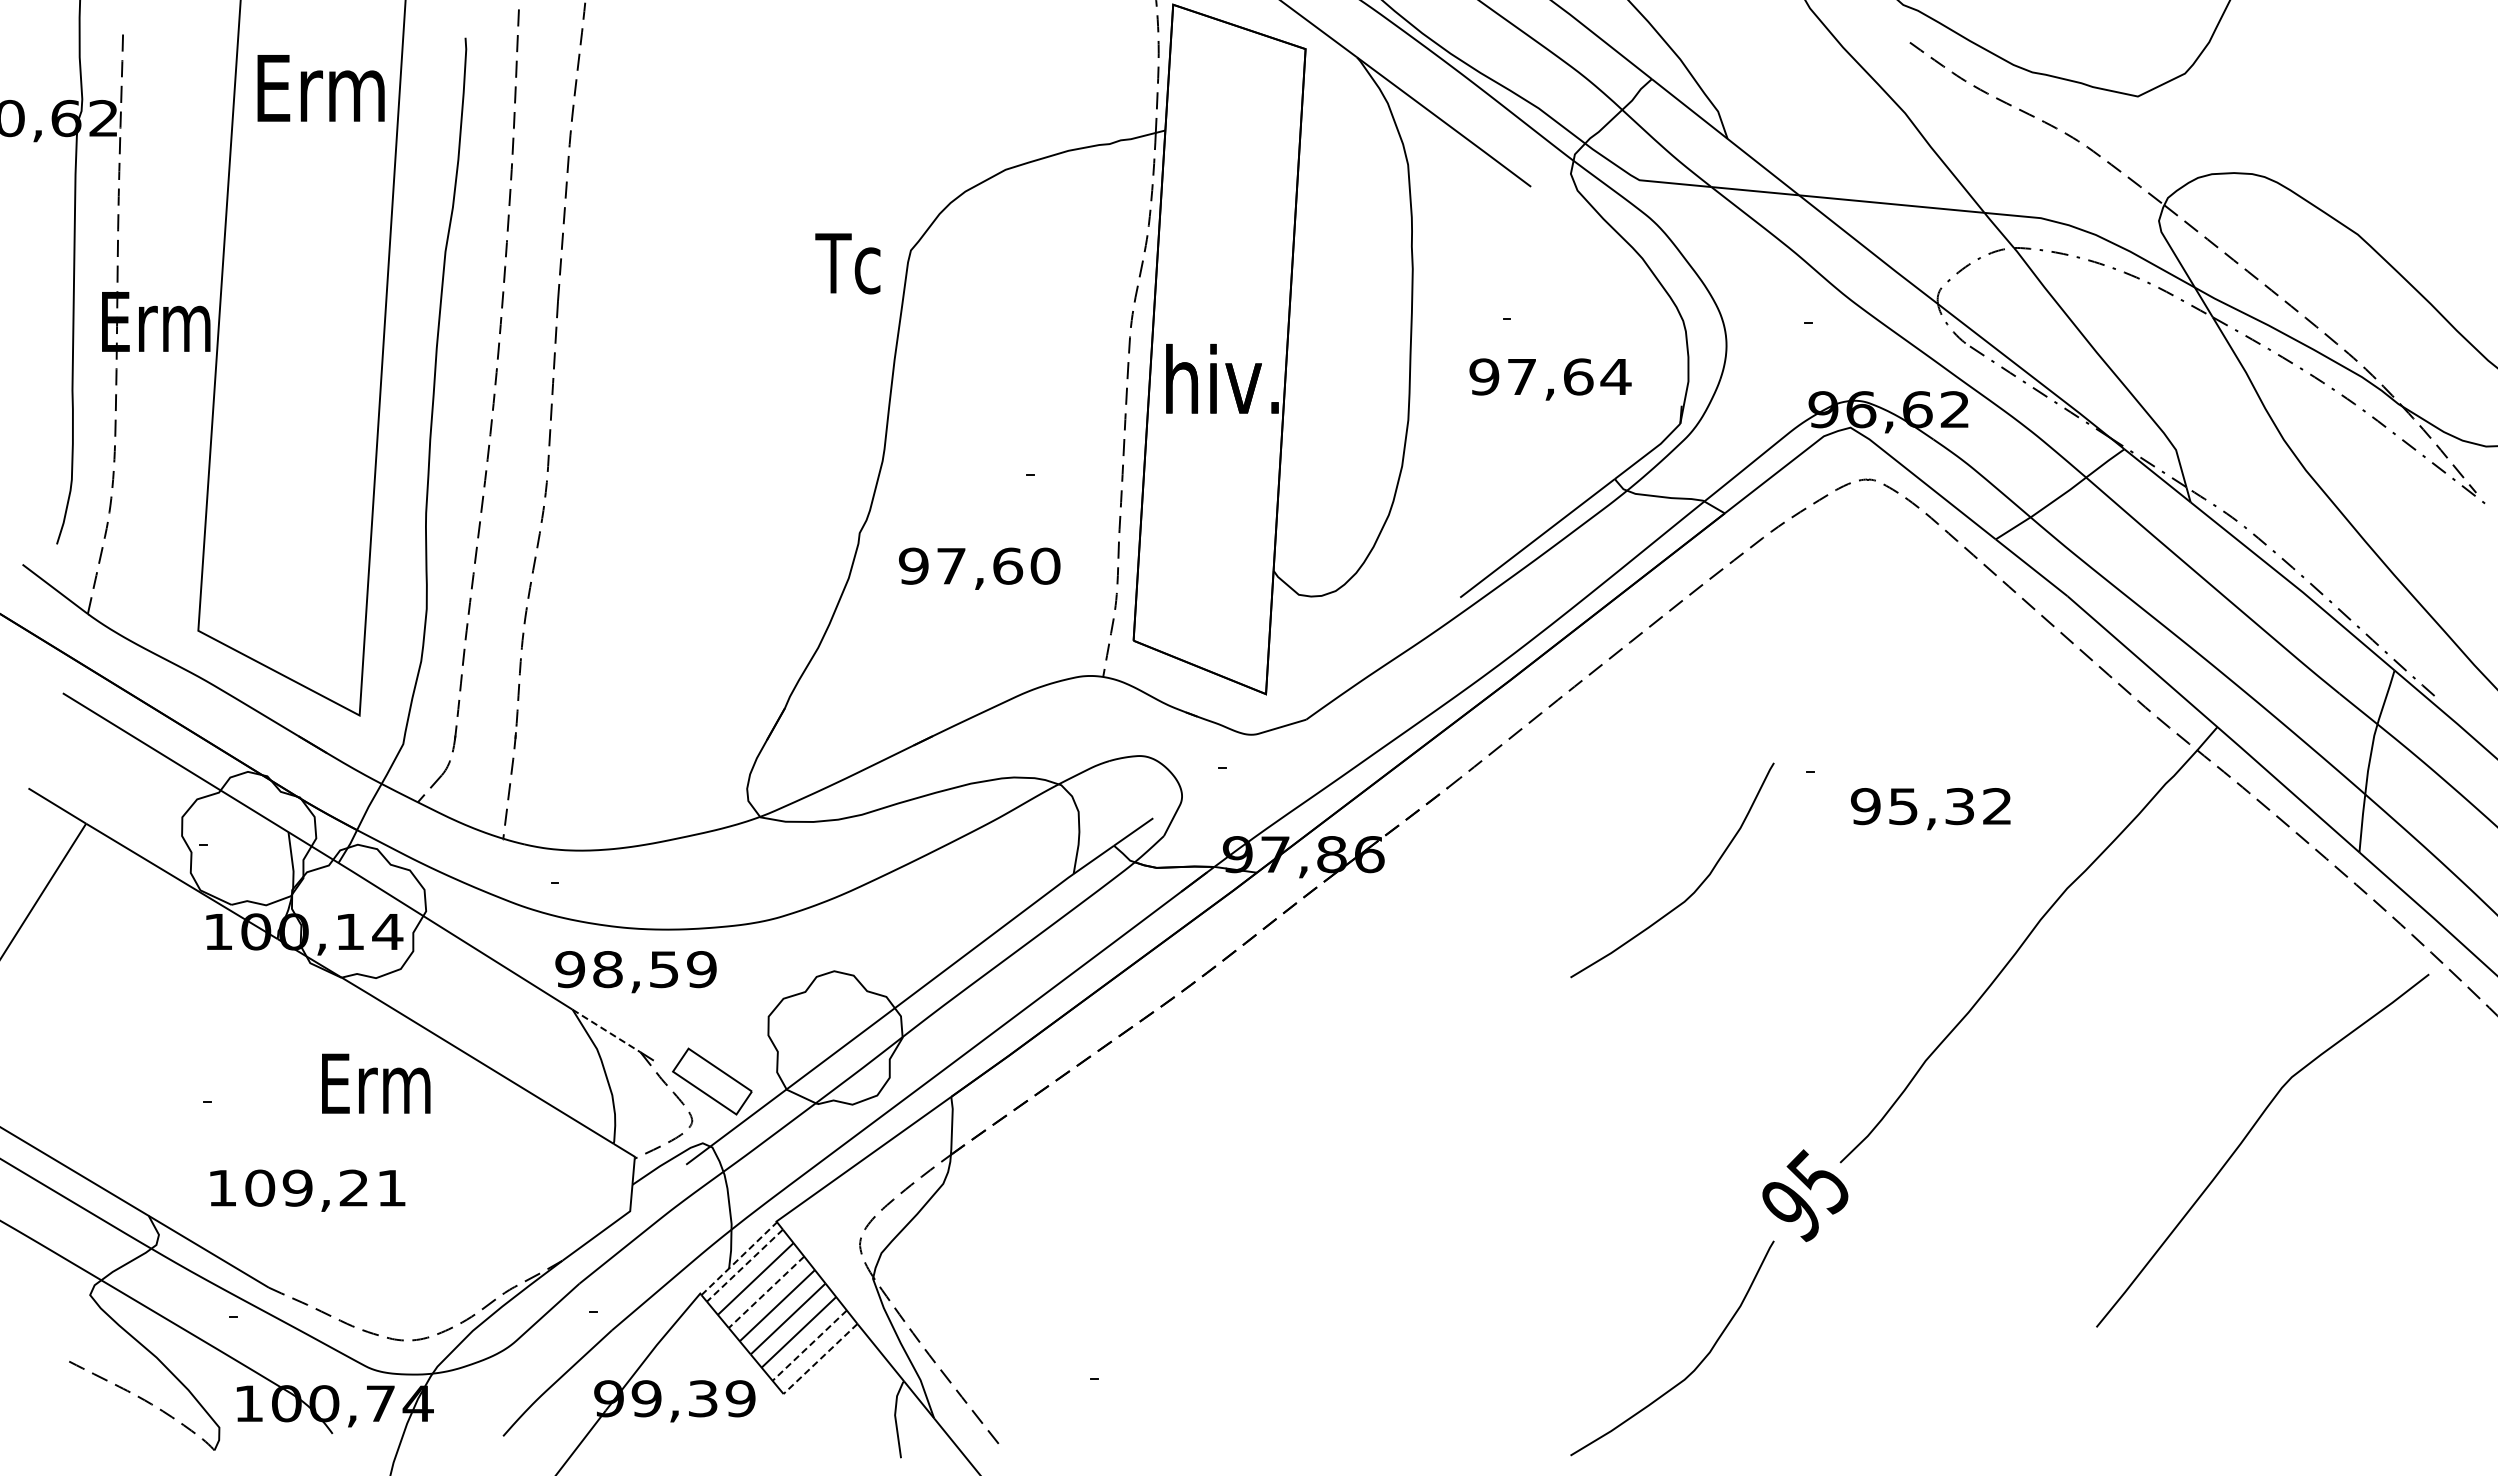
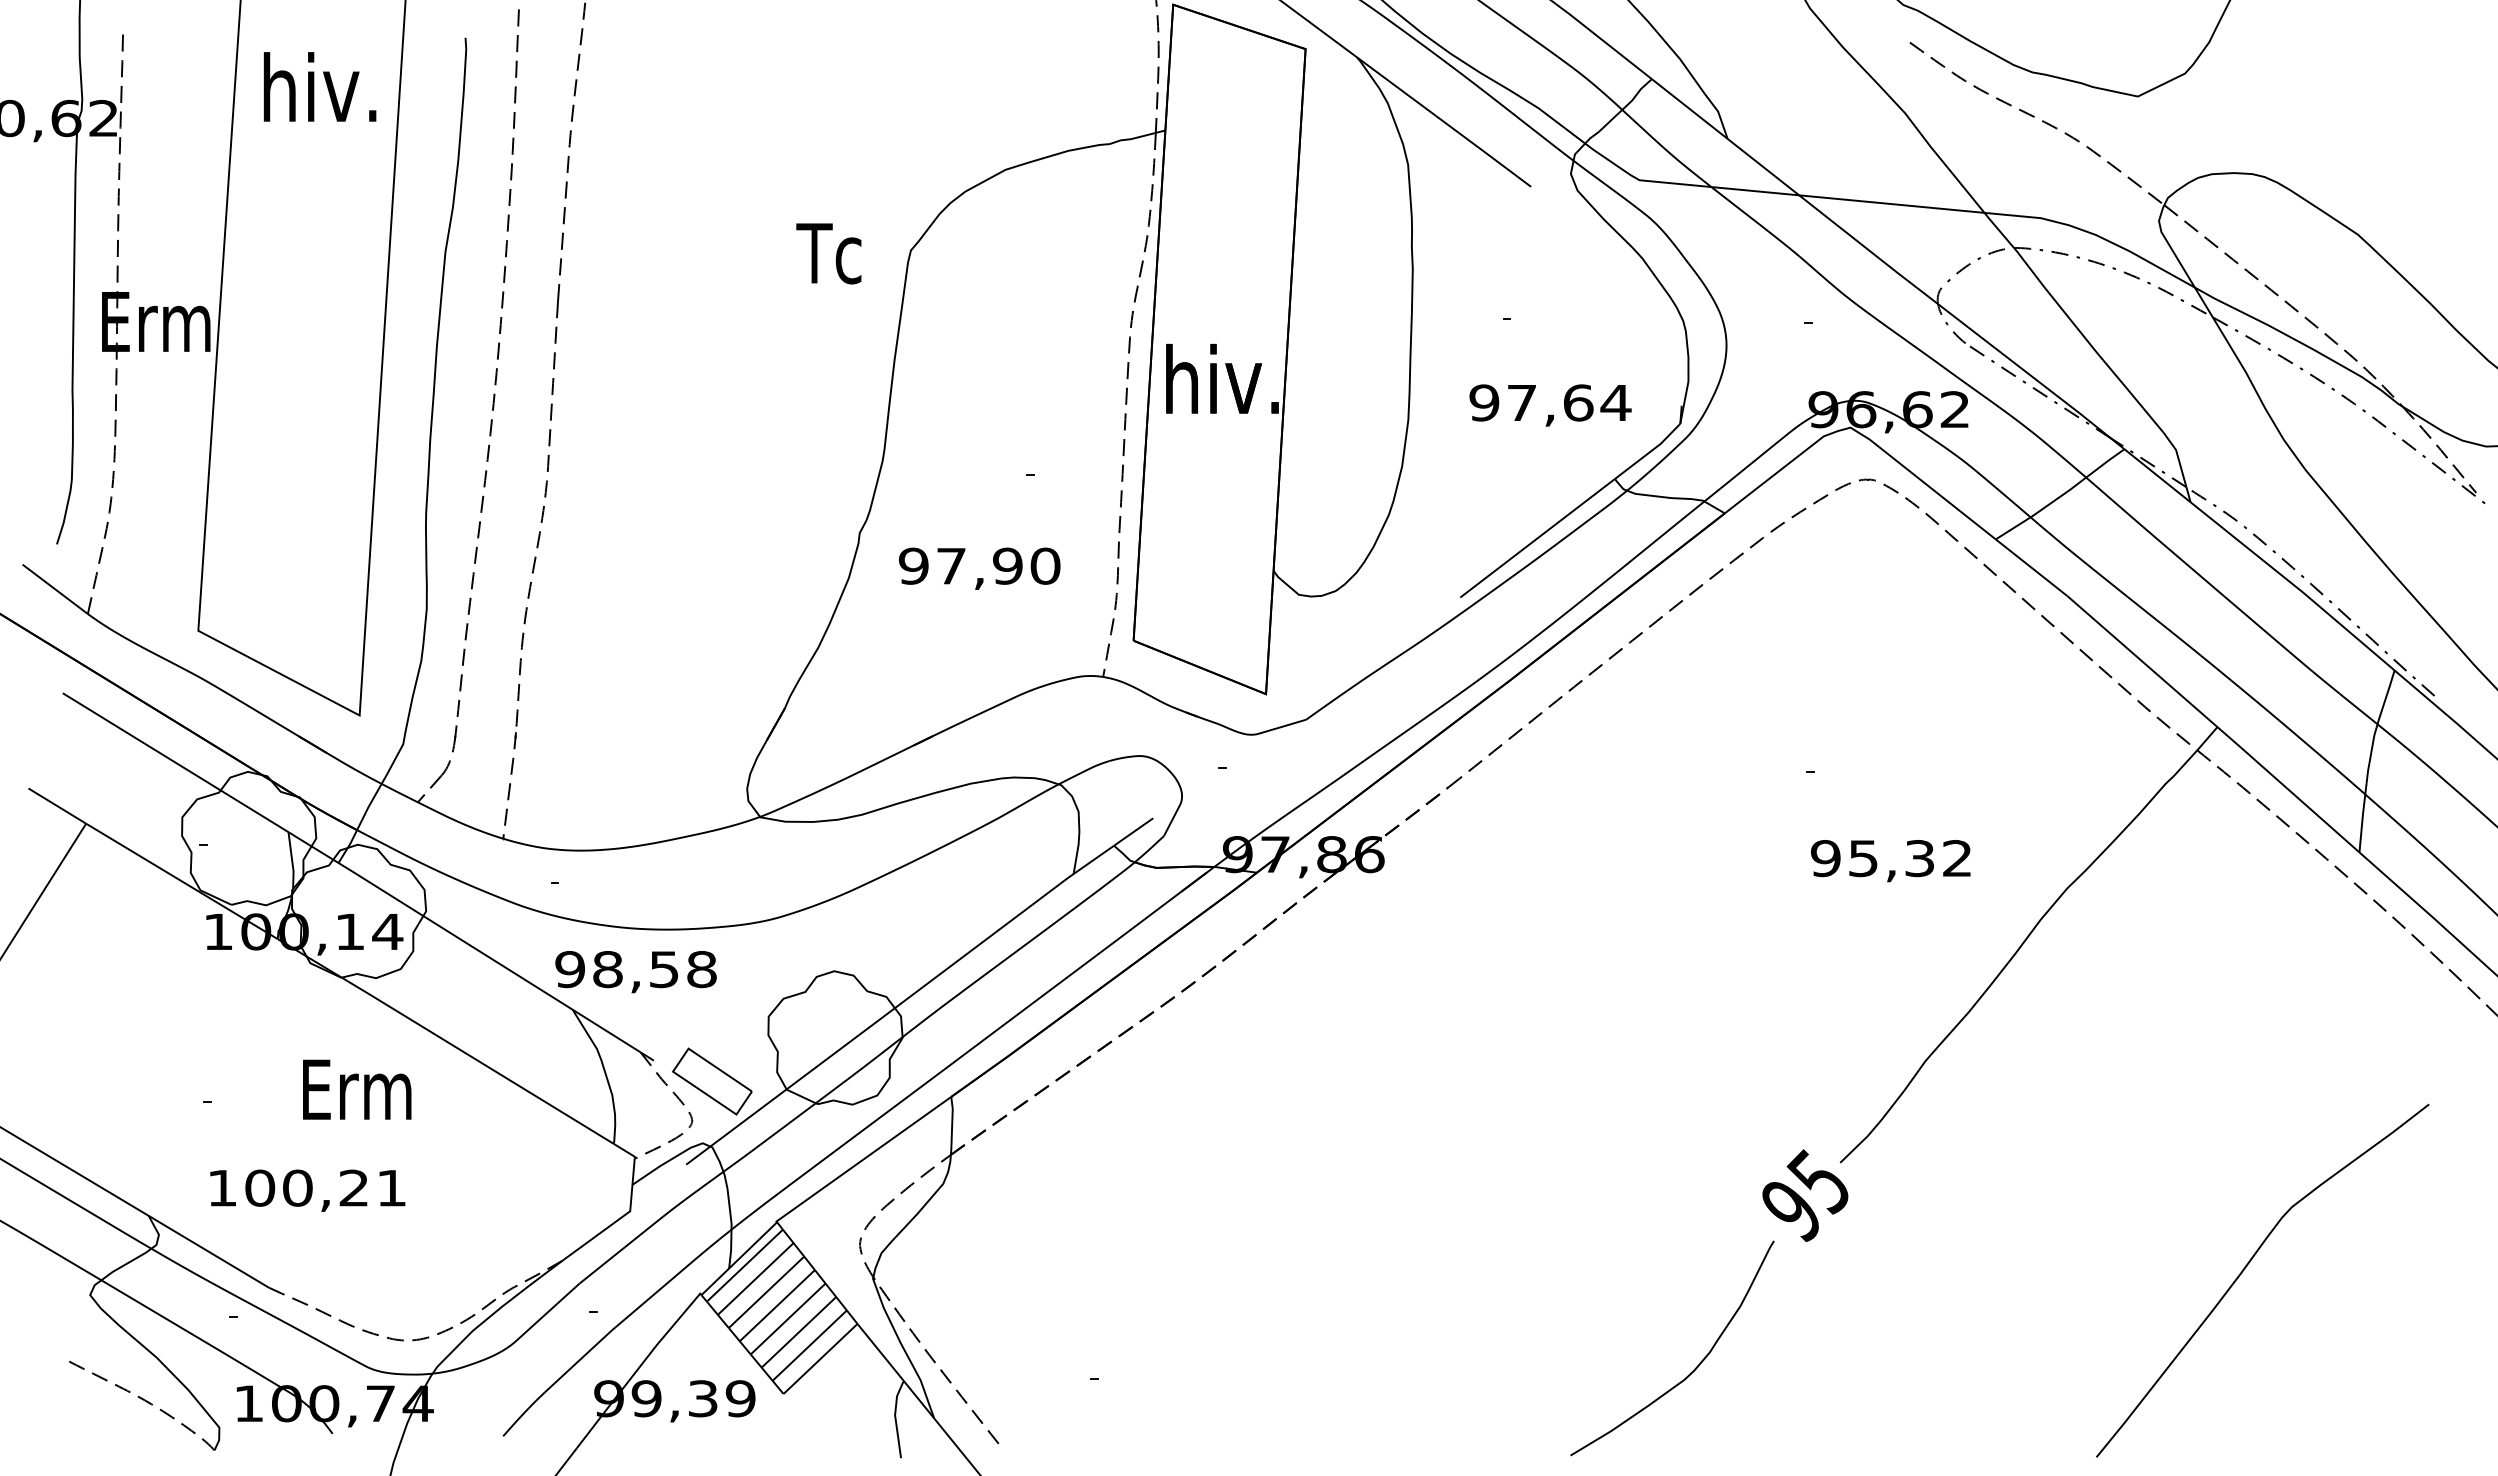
text at (320, 86): Erm -> hiv.
text at (847, 263) position: (847, 263) -> (828, 253)
text at (1550, 379) position: (1550, 379) -> (1550, 405)
text at (1008, 565): 97,60 -> 97,90
text at (1930, 809) position: (1930, 809) -> (1890, 861)
curve at (1694, 890): present -> none
text at (701, 969): 98,59 -> 98,58
line at (607, 1031): dashed -> solid
text at (376, 1083) position: (376, 1083) -> (357, 1089)
curve at (2247, 1136) position: (2247, 1136) -> (2247, 1266)
text at (297, 1187): 109,21 -> 100,21
line at (739, 1258): dashed -> solid
line at (744, 1266): dashed -> solid
line at (766, 1292): dashed -> solid
line at (809, 1345): dashed -> solid
line at (820, 1358): dashed -> solid
